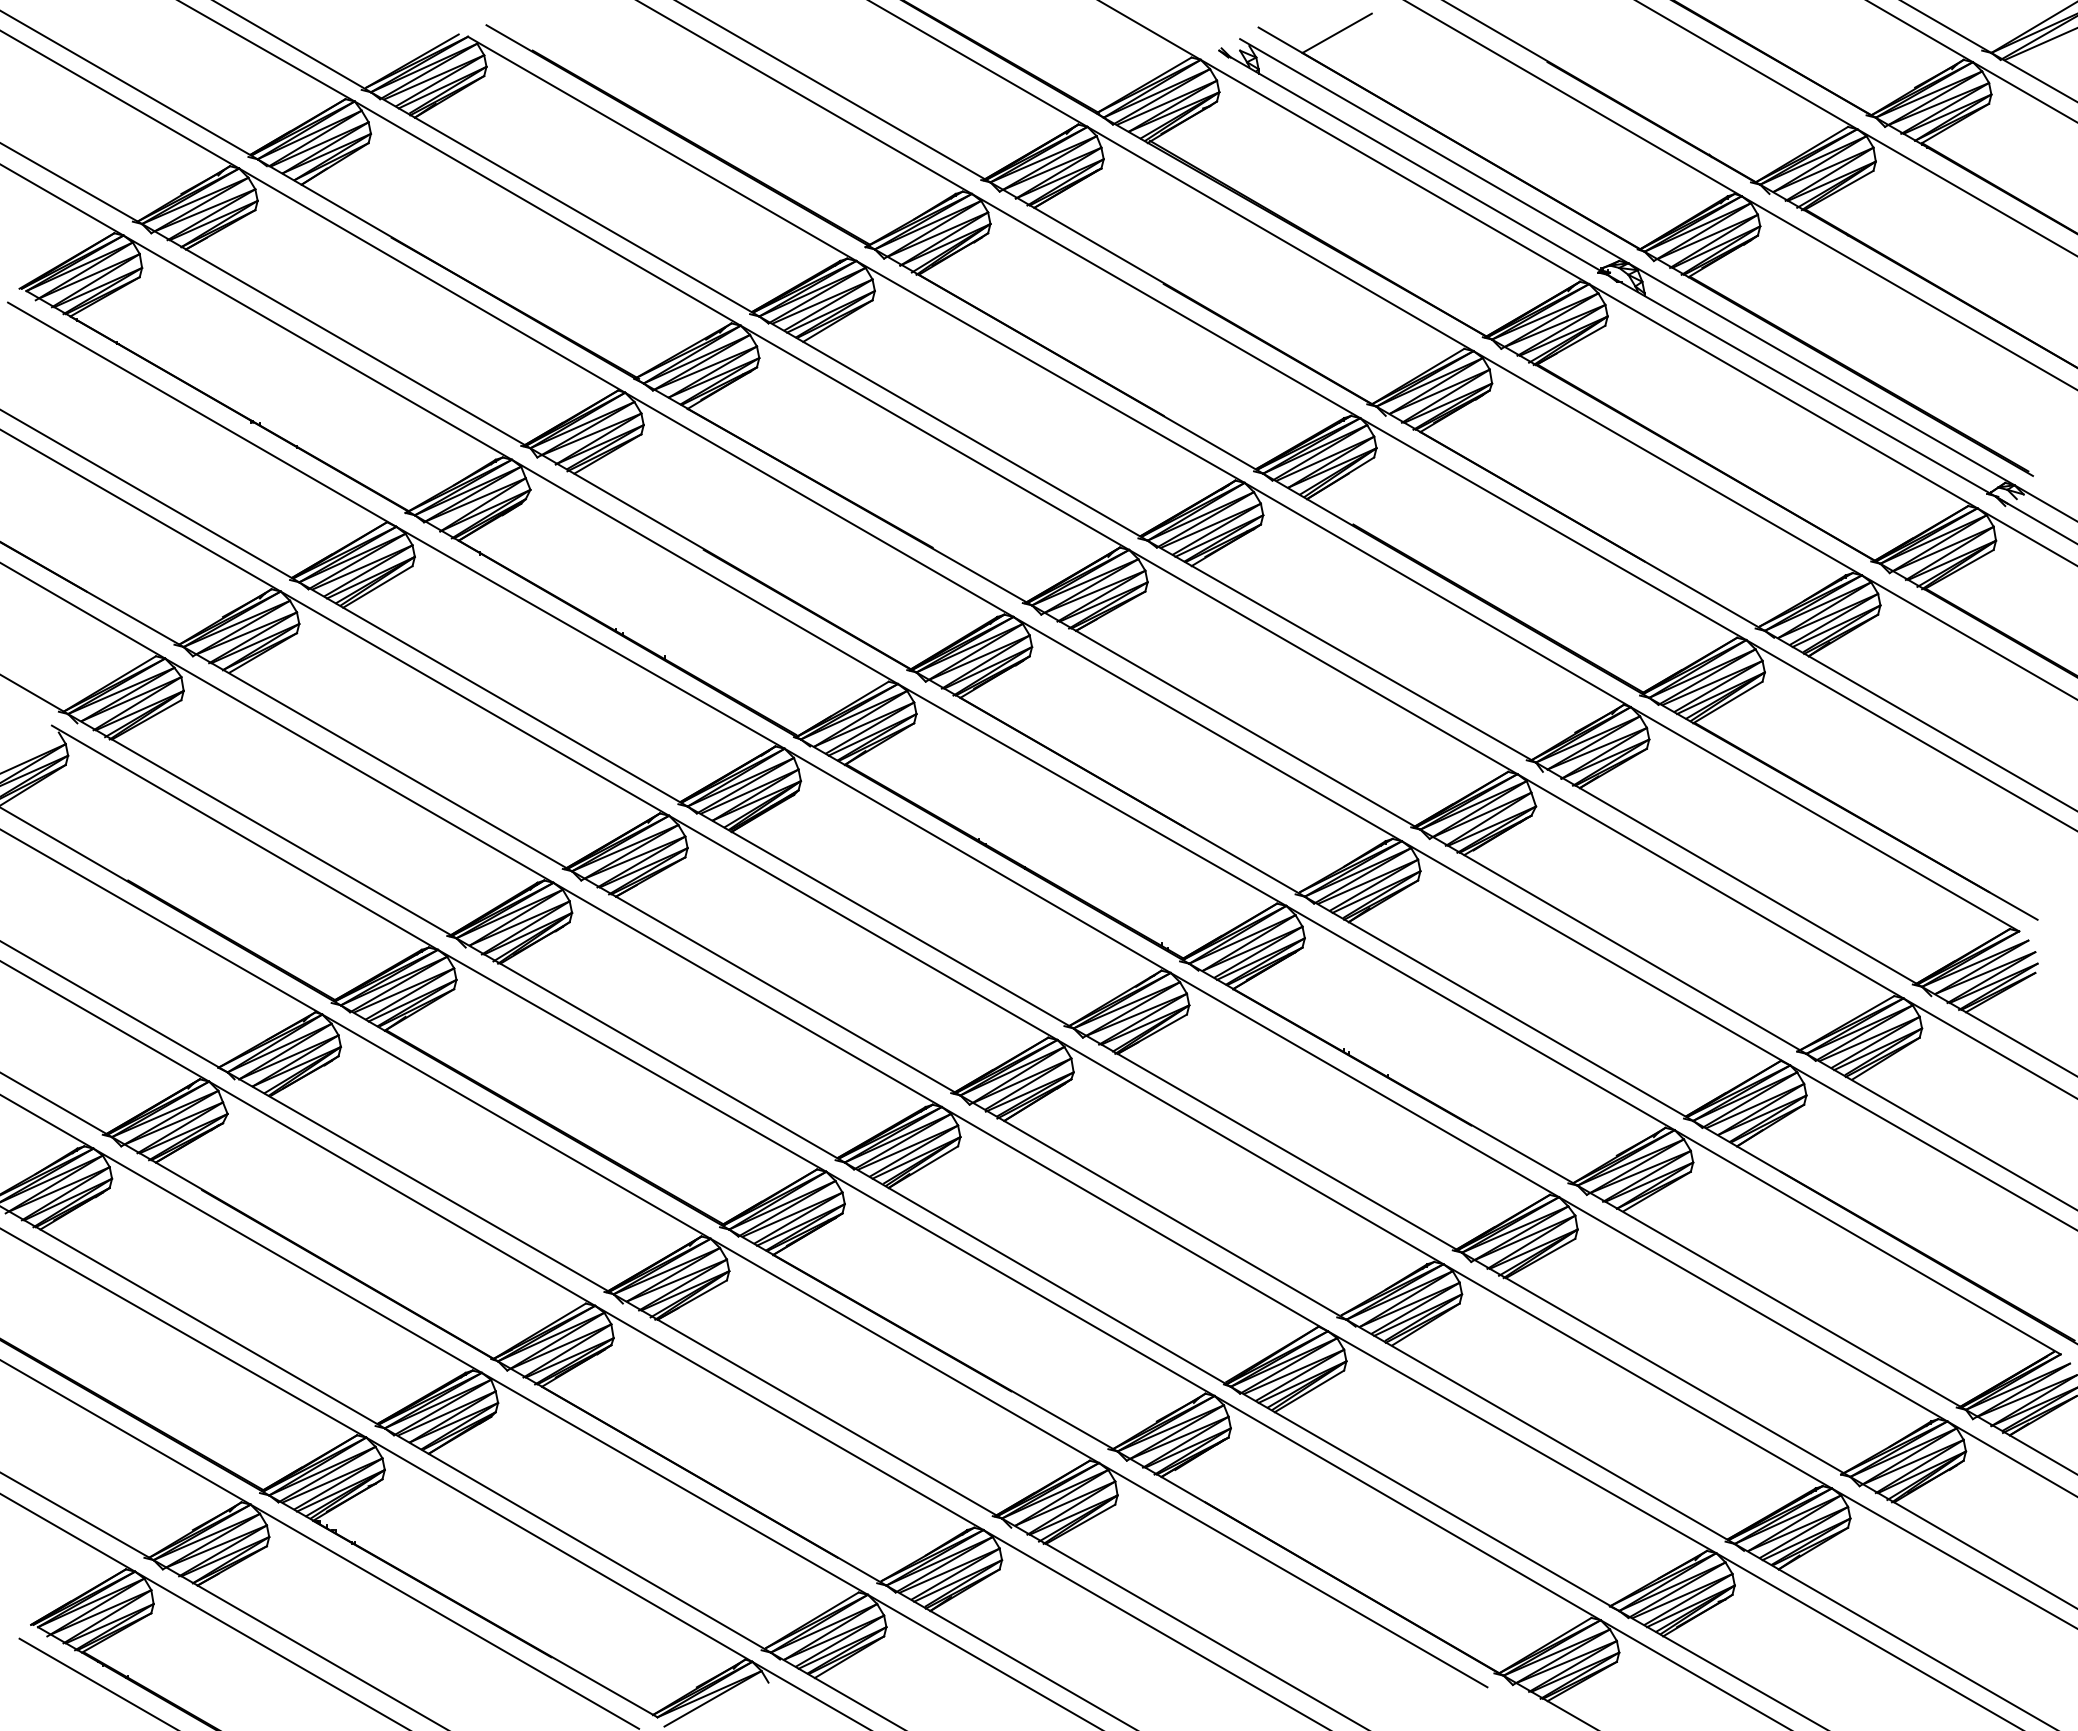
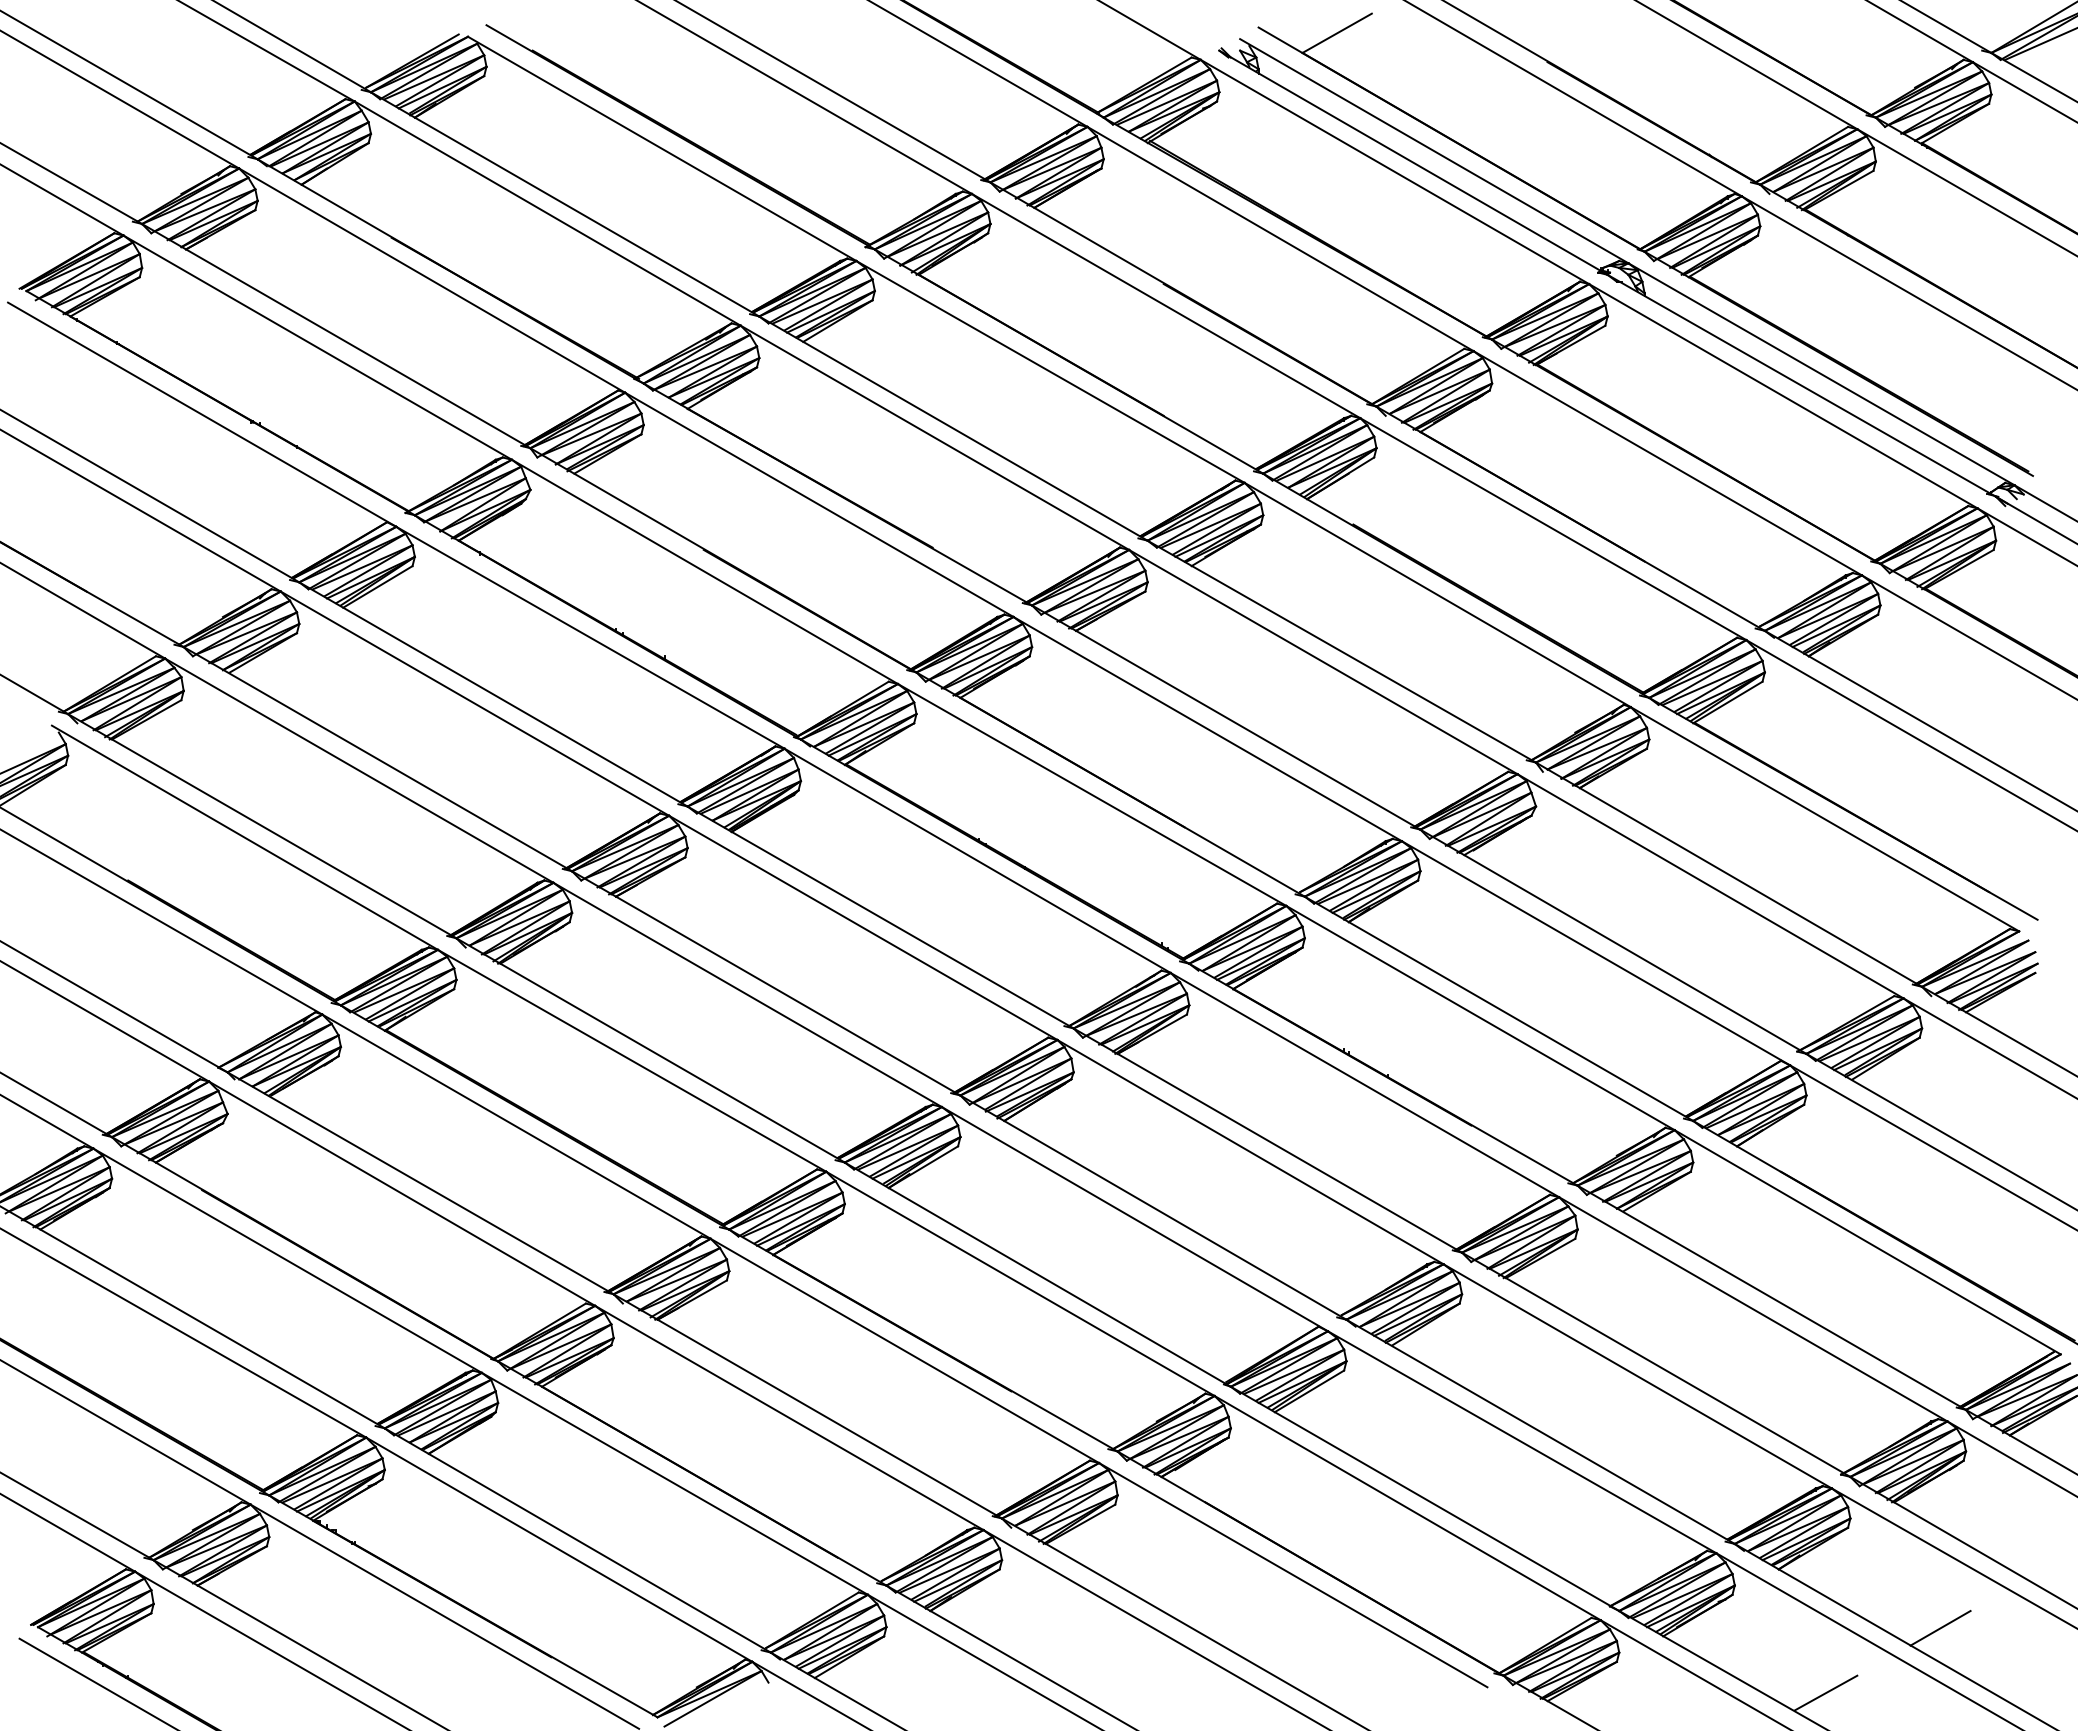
line at (1940, 1627): none -> present
line at (1825, 1692): none -> present
